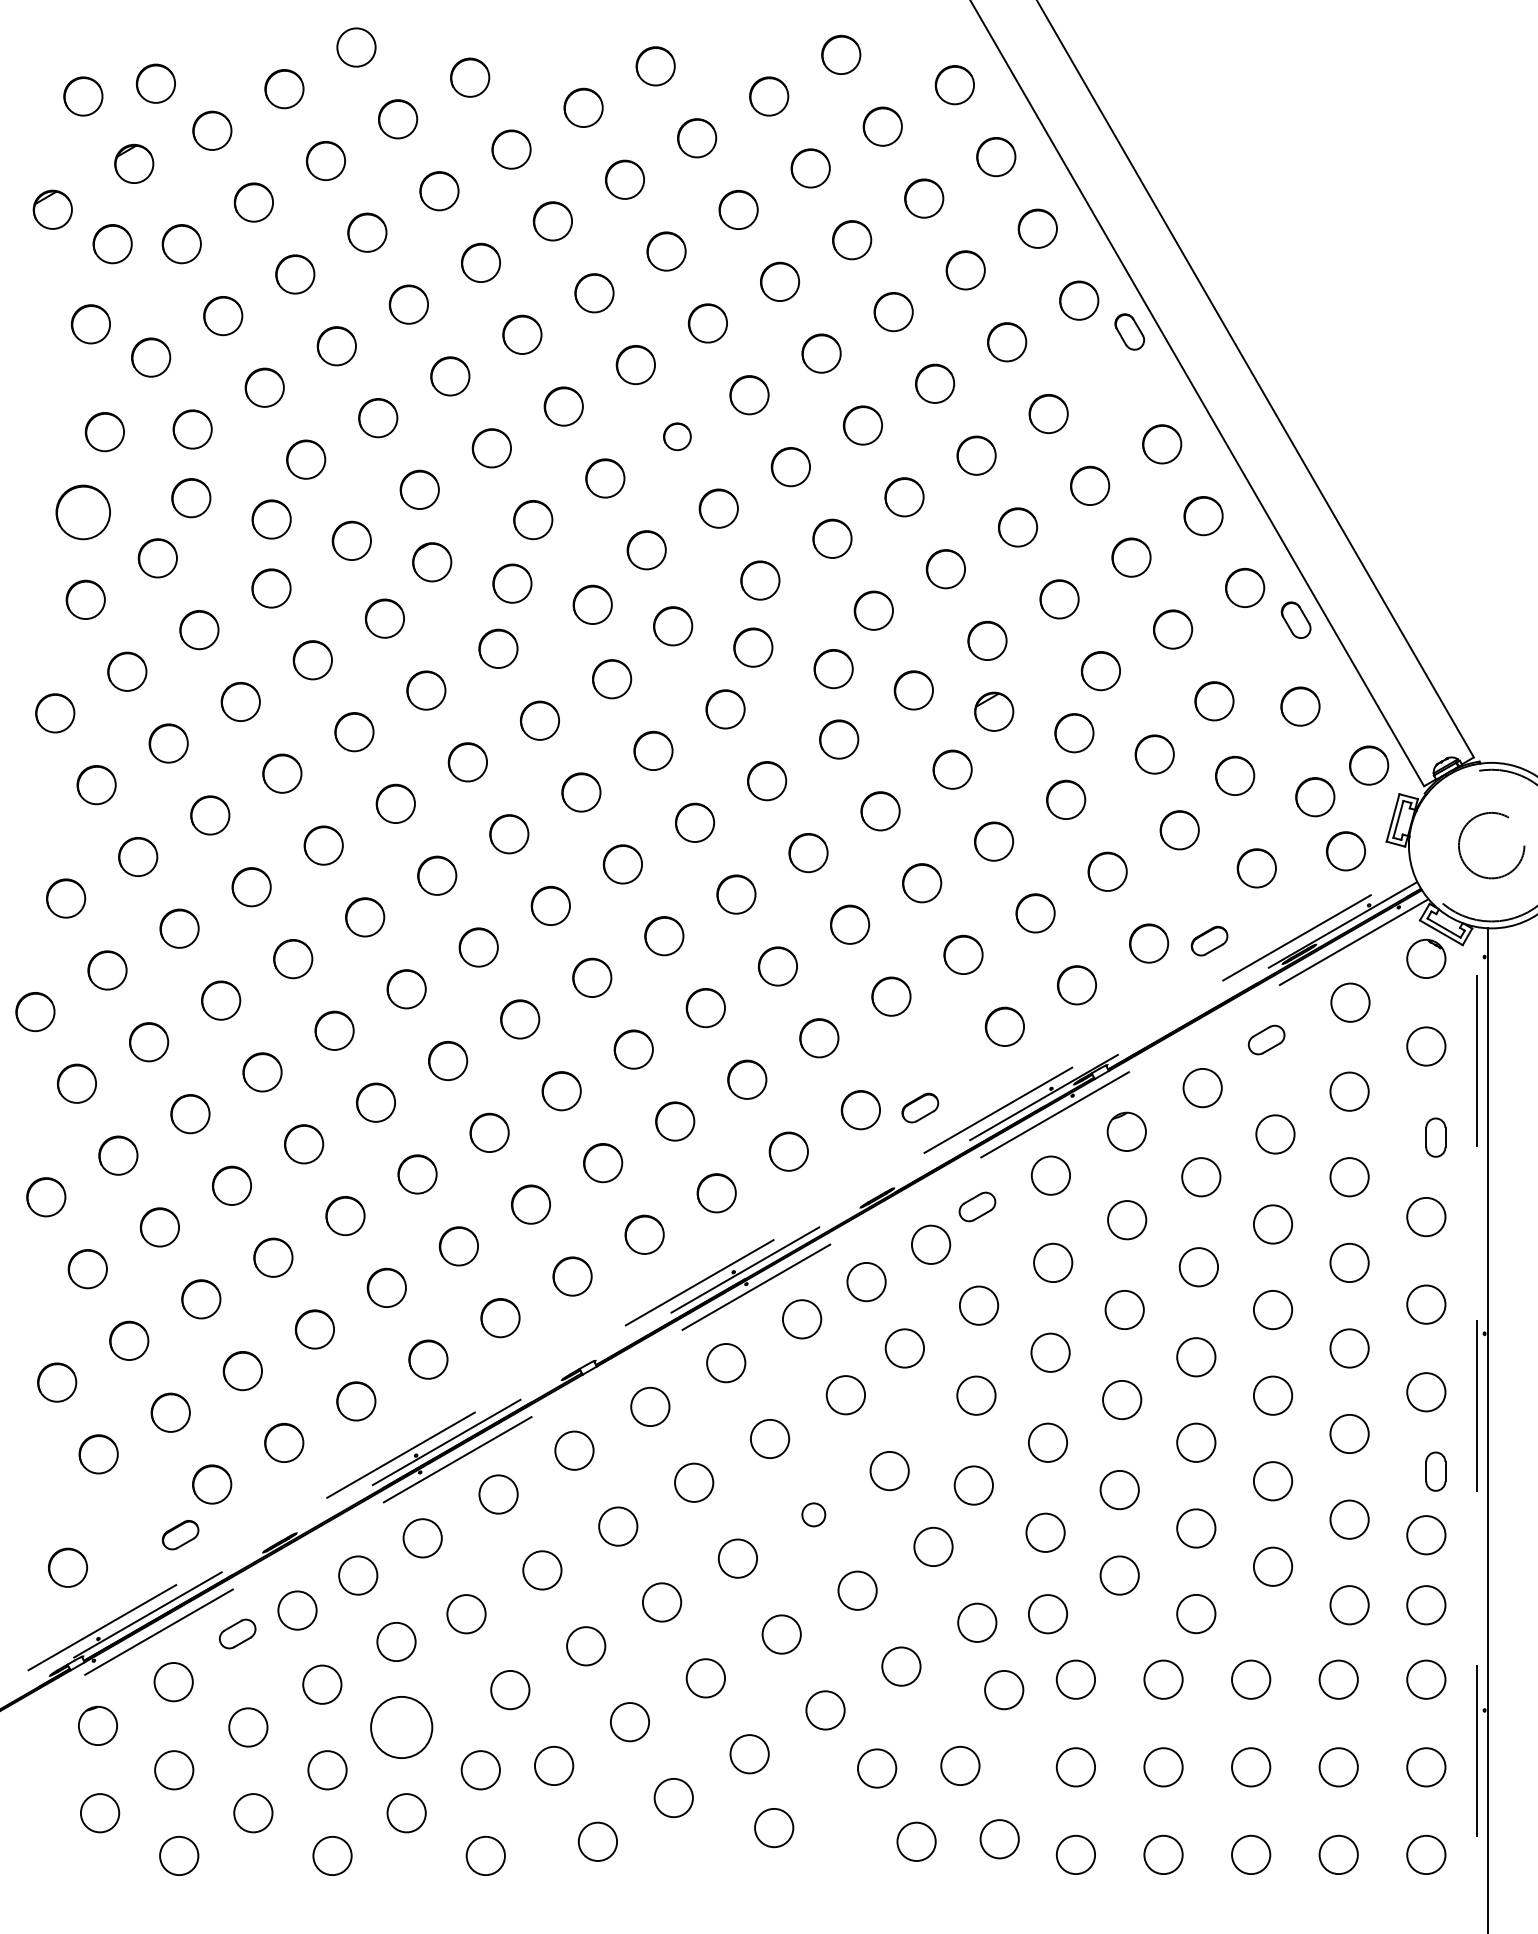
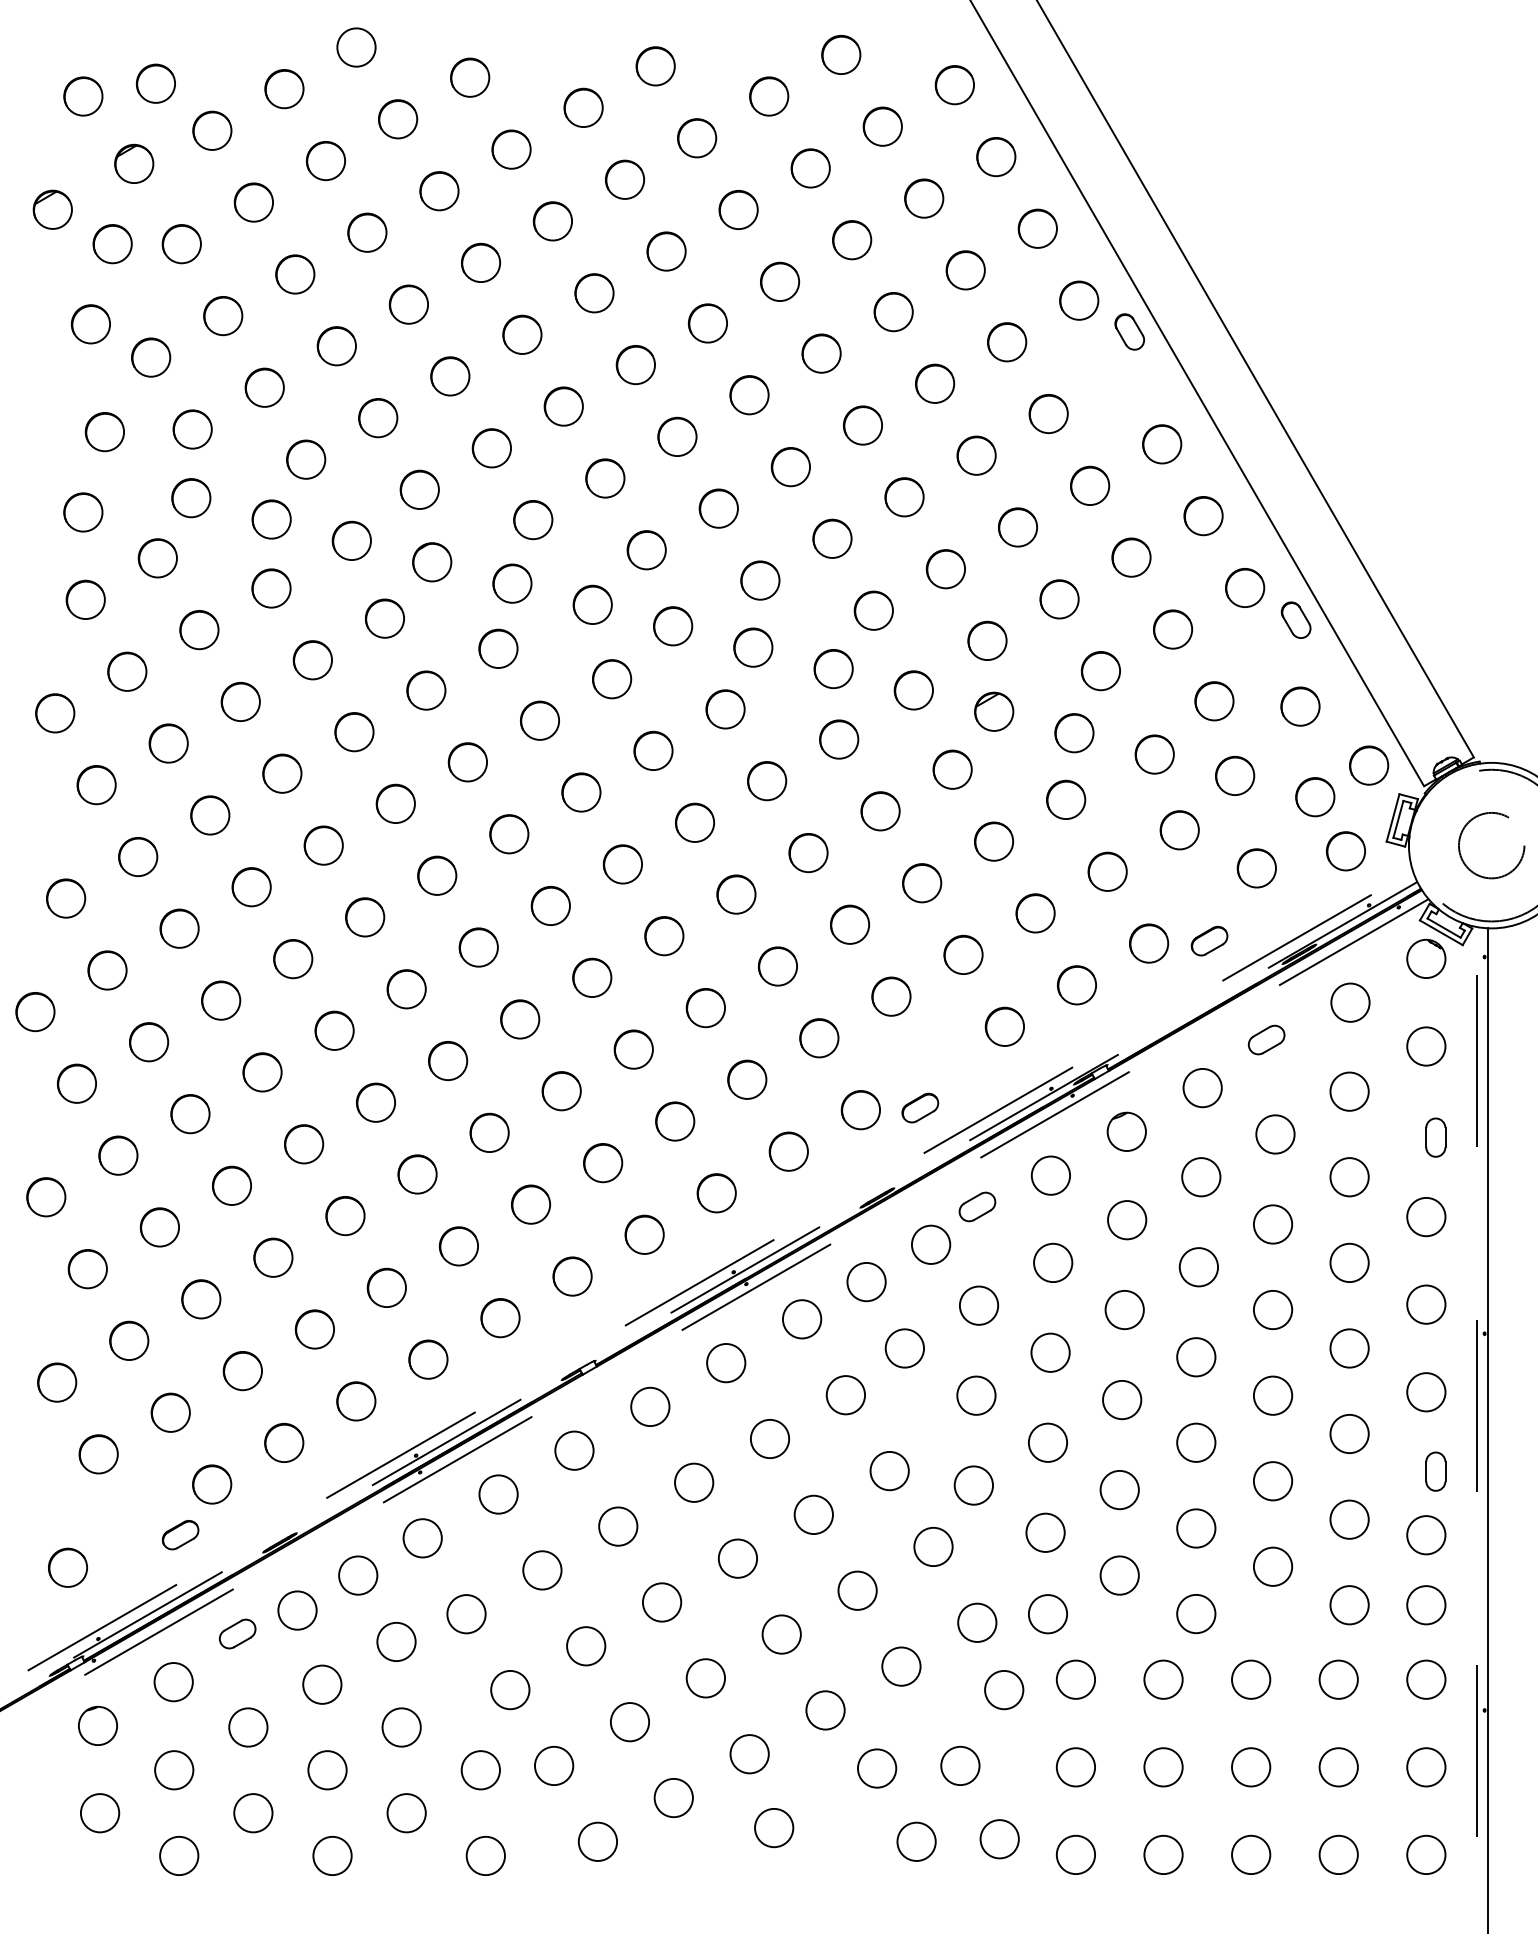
circle at (677, 436) size: 29x30 px -> 41x41 px
circle at (82, 512) size: 56x57 px -> 41x41 px
circle at (813, 1514) diameter: 23 px -> 38 px
circle at (401, 1727) diameter: 61 px -> 38 px
